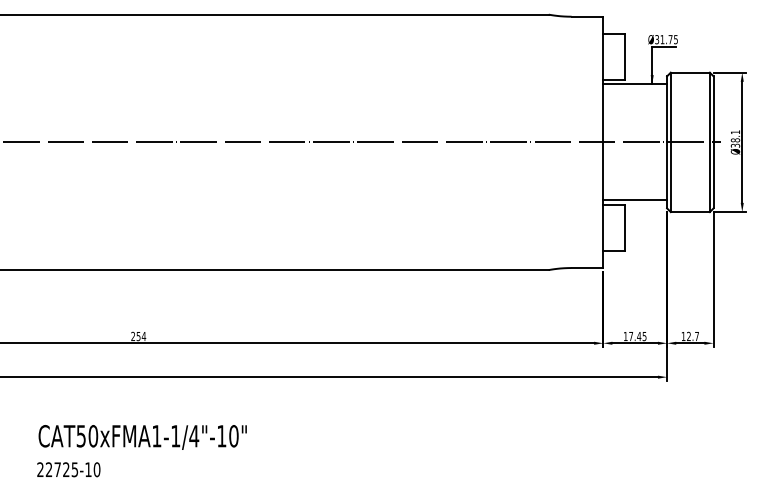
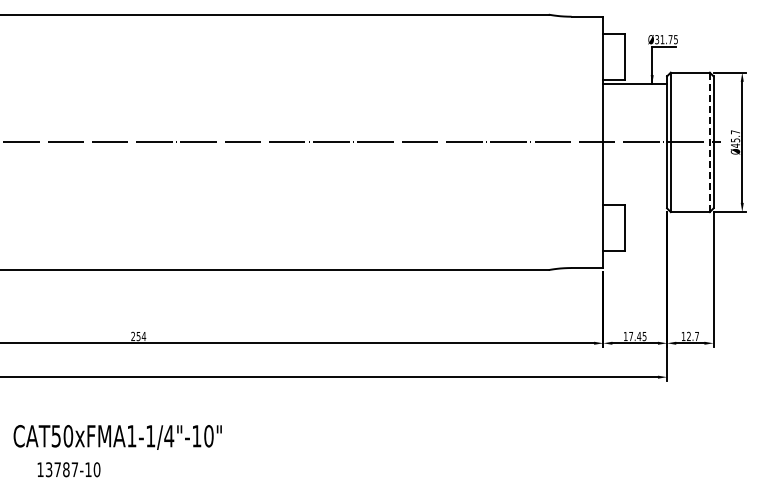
text at (735, 138): Ø38.1 -> Ø45.7
line at (709, 142): solid -> dashed
line at (635, 200): present -> none
text at (142, 437) position: (142, 437) -> (117, 437)
text at (57, 469): 22725-10 -> 13787-10
